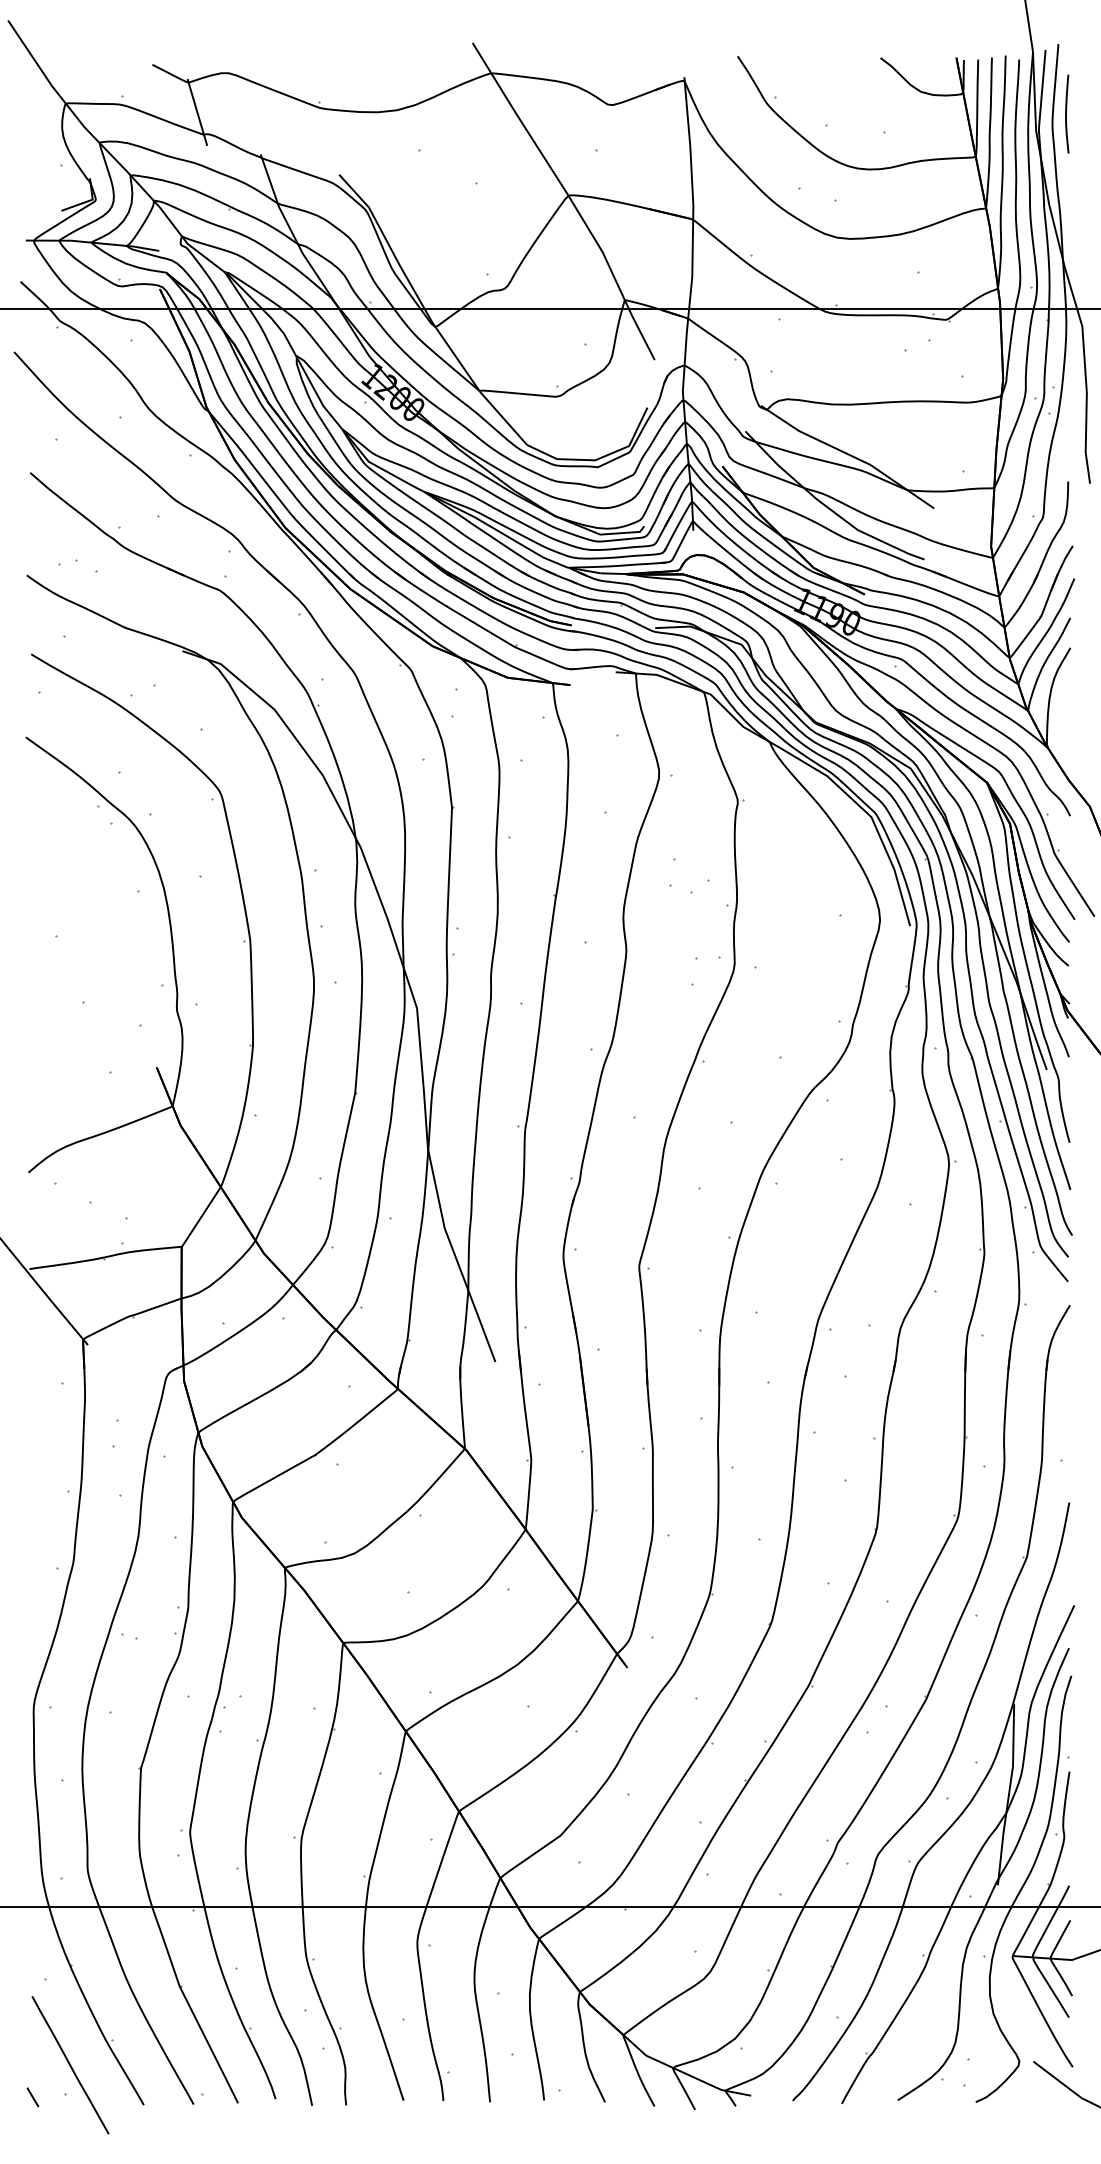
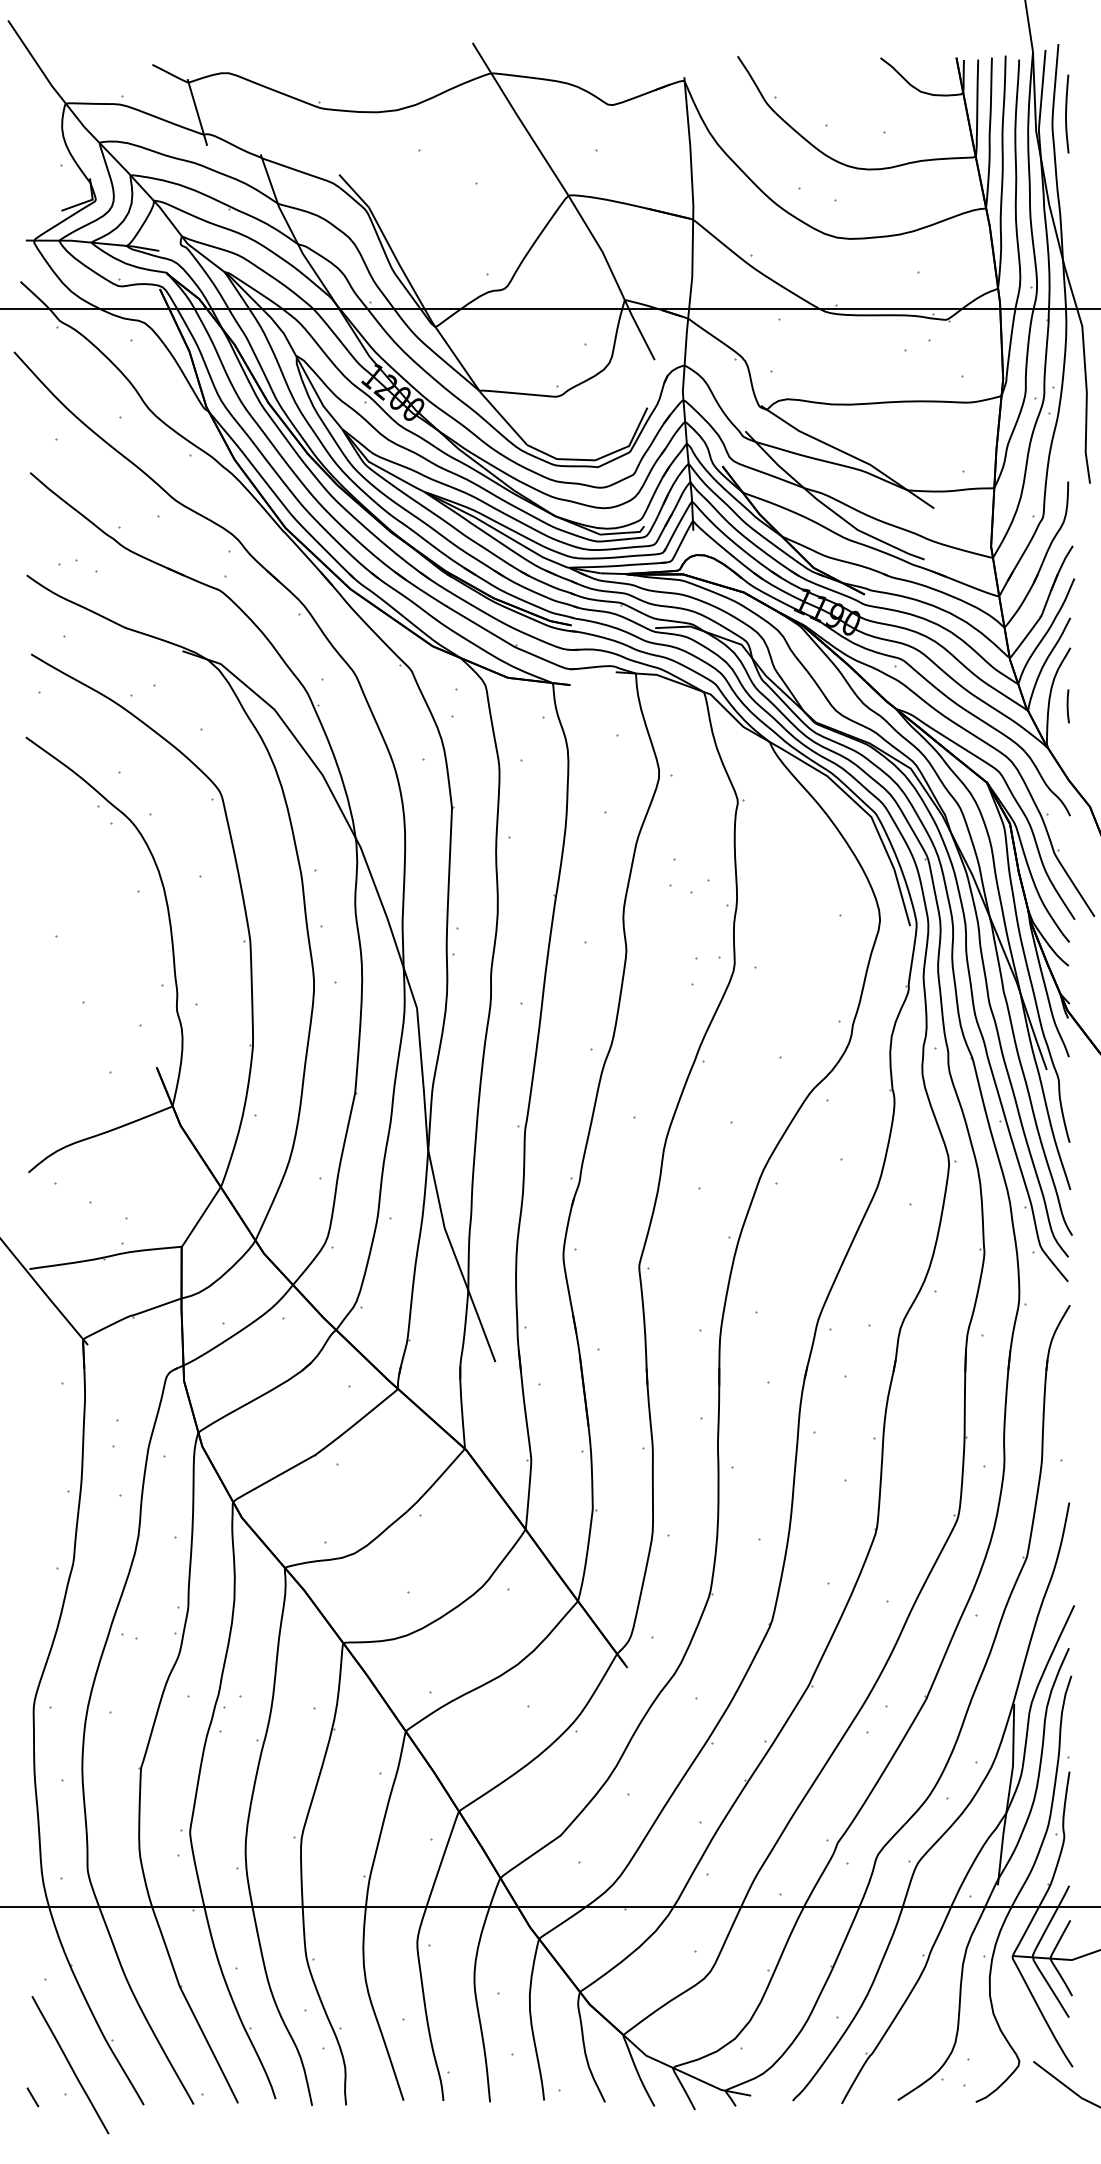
line at (1067, 706): none -> present
